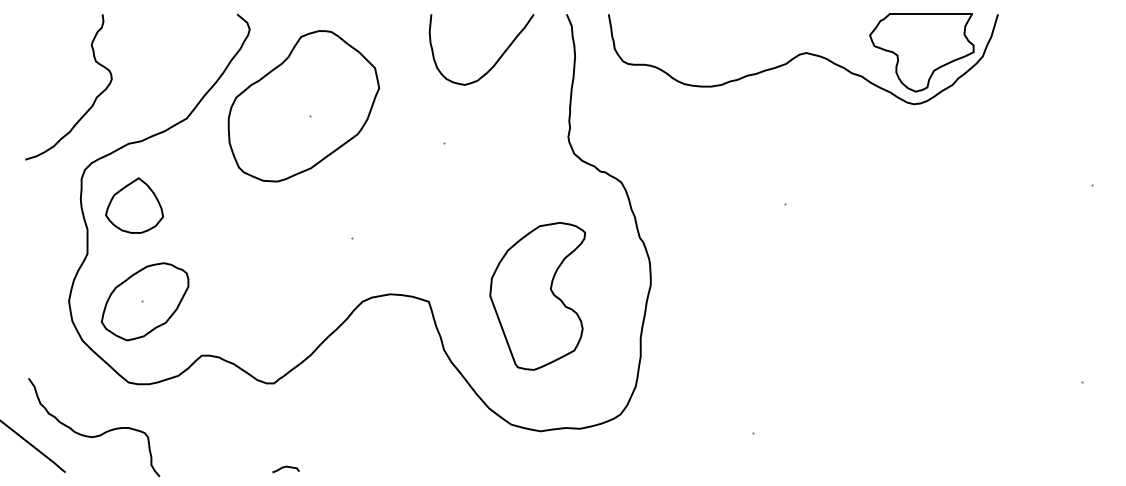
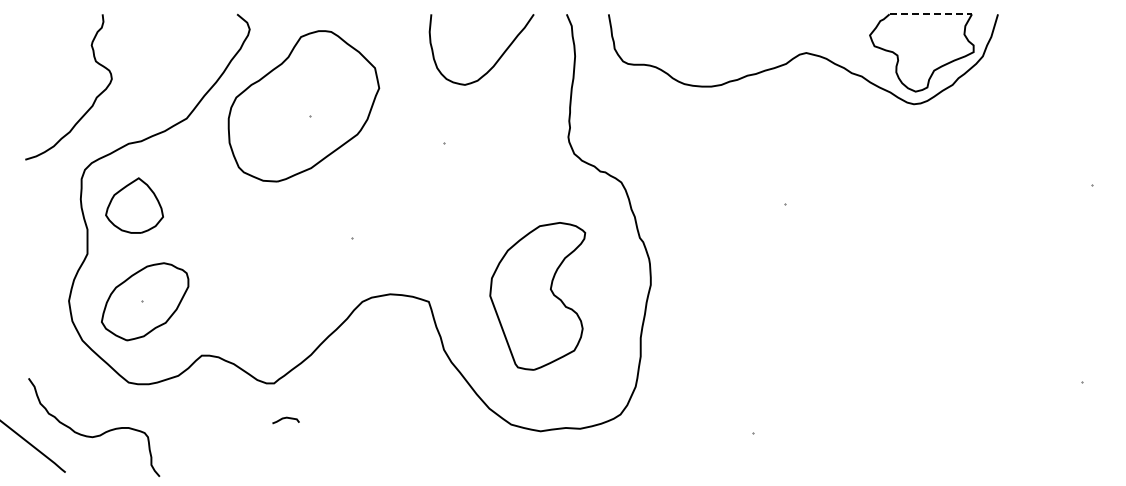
line at (931, 14): solid -> dashed
curve at (285, 467) position: (285, 467) -> (285, 418)
